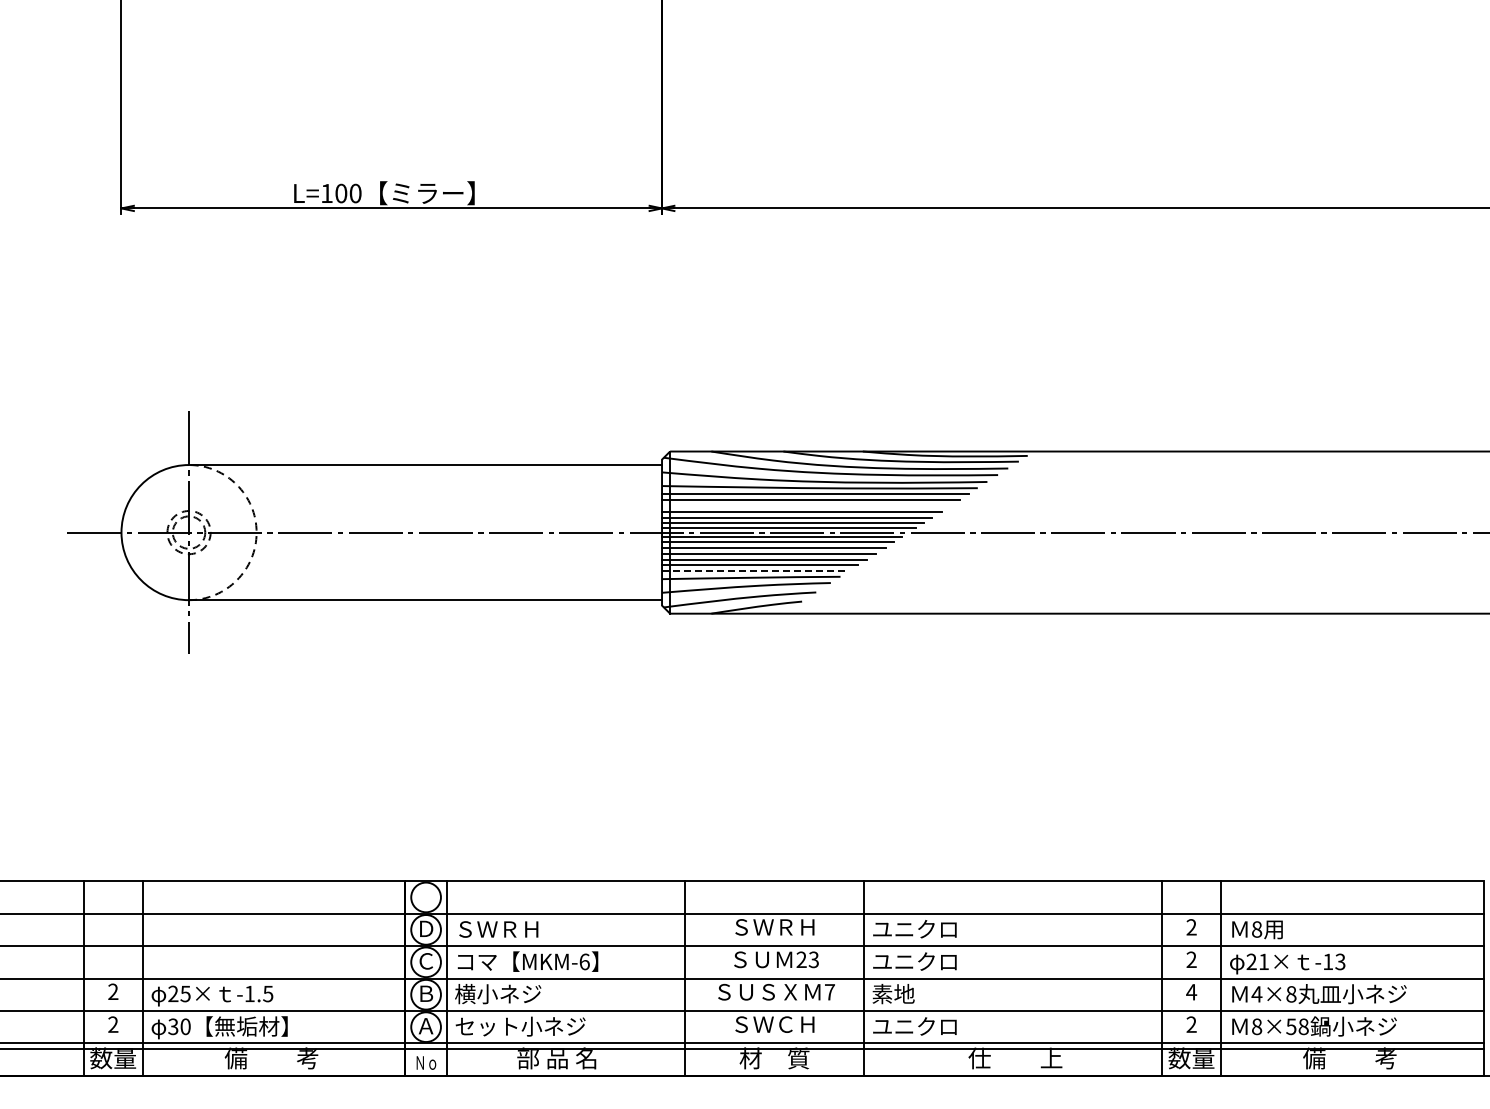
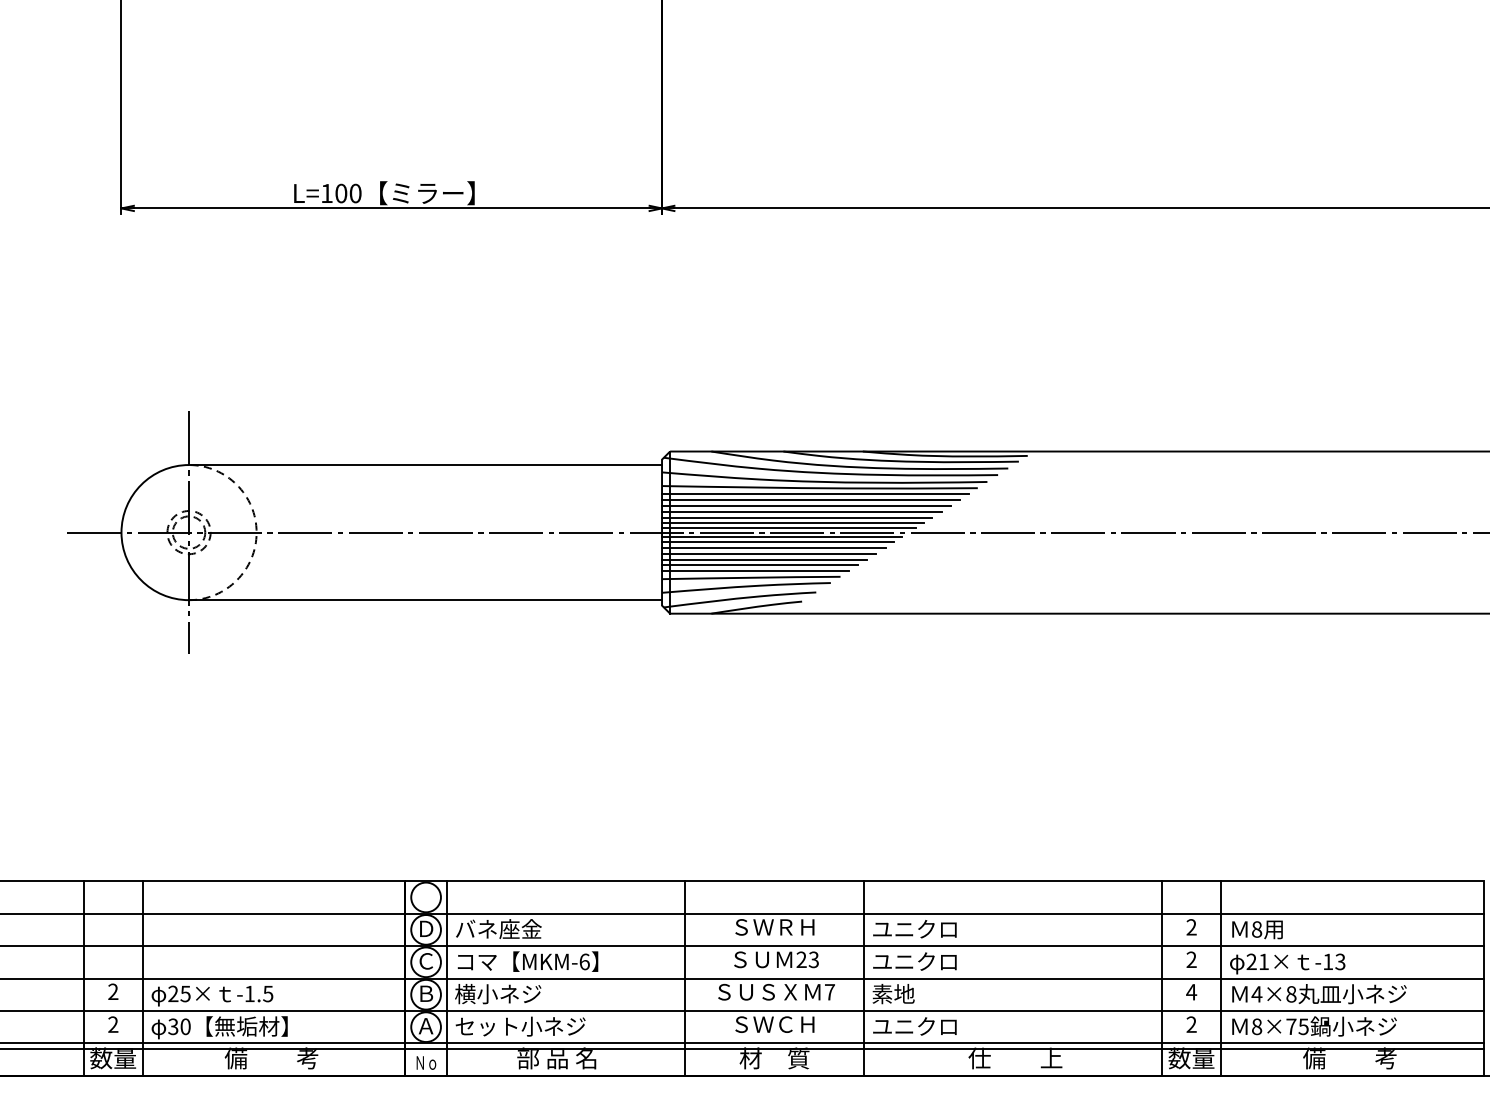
line at (806, 505): none -> present
line at (755, 571): dashed -> solid
text at (498, 929): ＳＷＲＨ -> バネ座金
text at (1297, 1026): 8×58 -> 8×75
